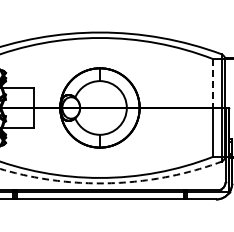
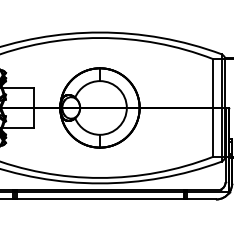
line at (213, 84): dashed -> solid
arc at (111, 183): dashed -> solid
